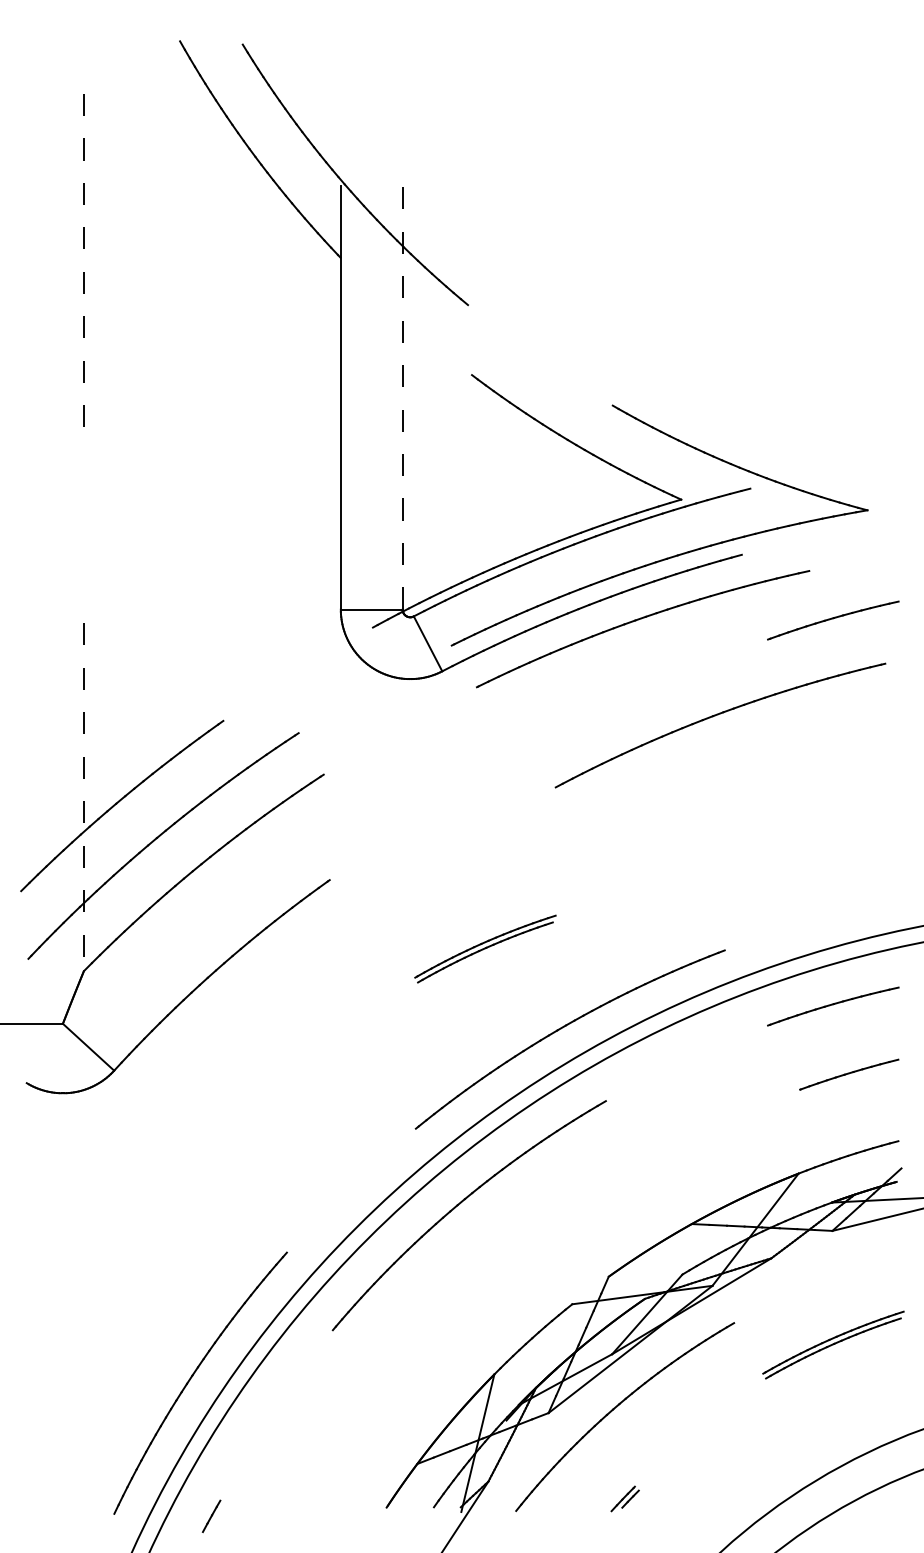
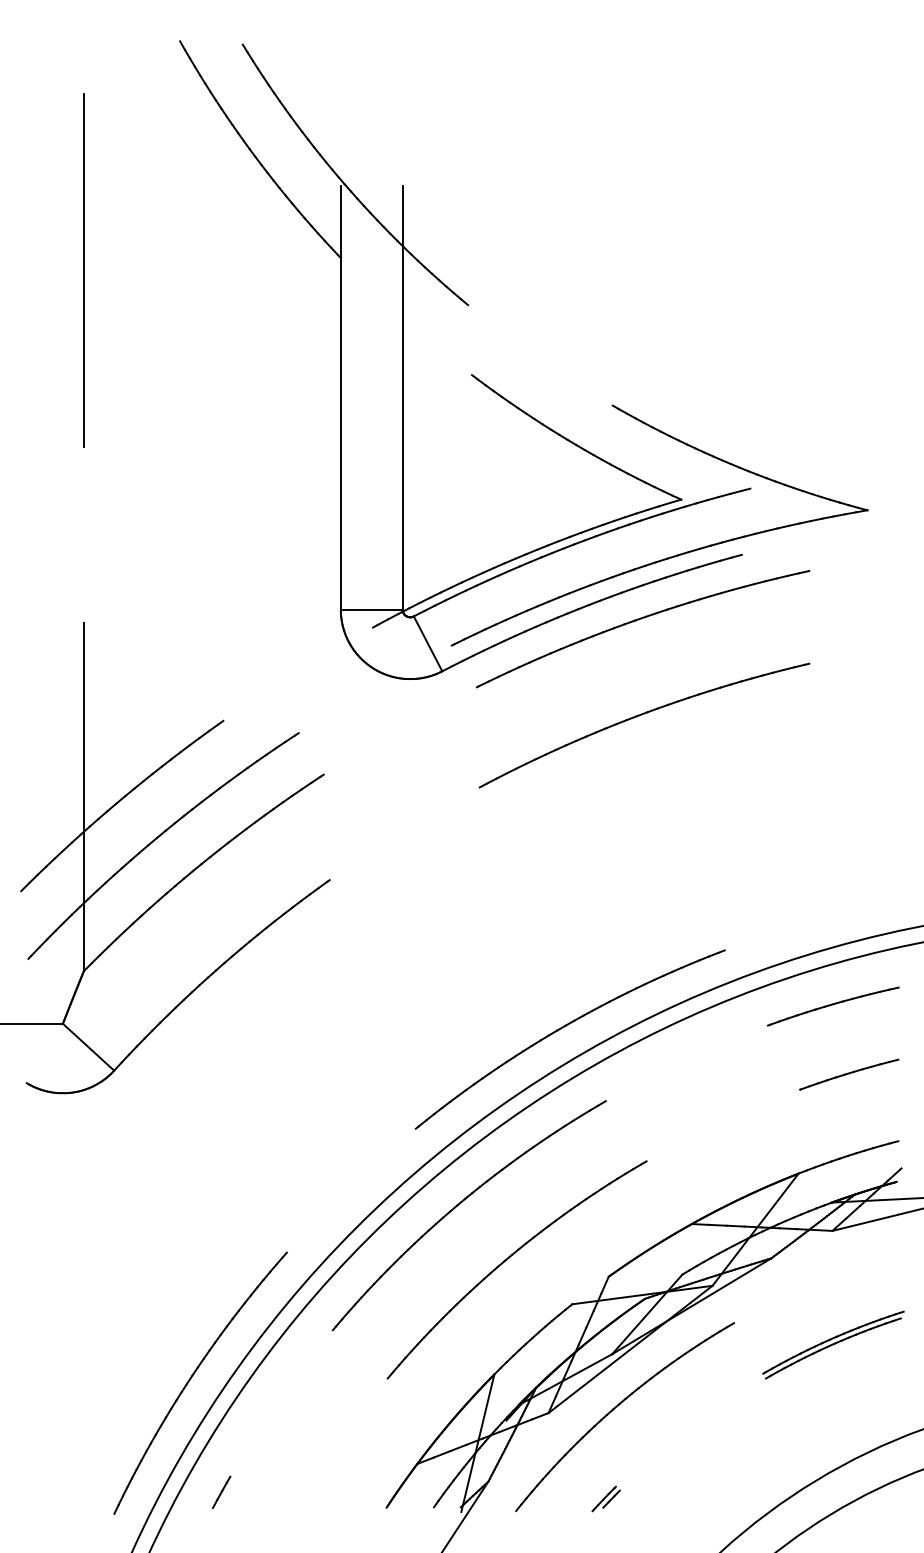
line at (83, 270): dashed -> solid
line at (402, 397): dashed -> solid
part at (833, 620): present -> none
part at (718, 715) position: (718, 715) -> (642, 715)
line at (83, 797): dashed -> solid
part at (485, 948): present -> none
part at (508, 1259): none -> present
part at (624, 1498) position: (624, 1498) -> (605, 1498)
line at (211, 1516) position: (211, 1516) -> (221, 1492)
